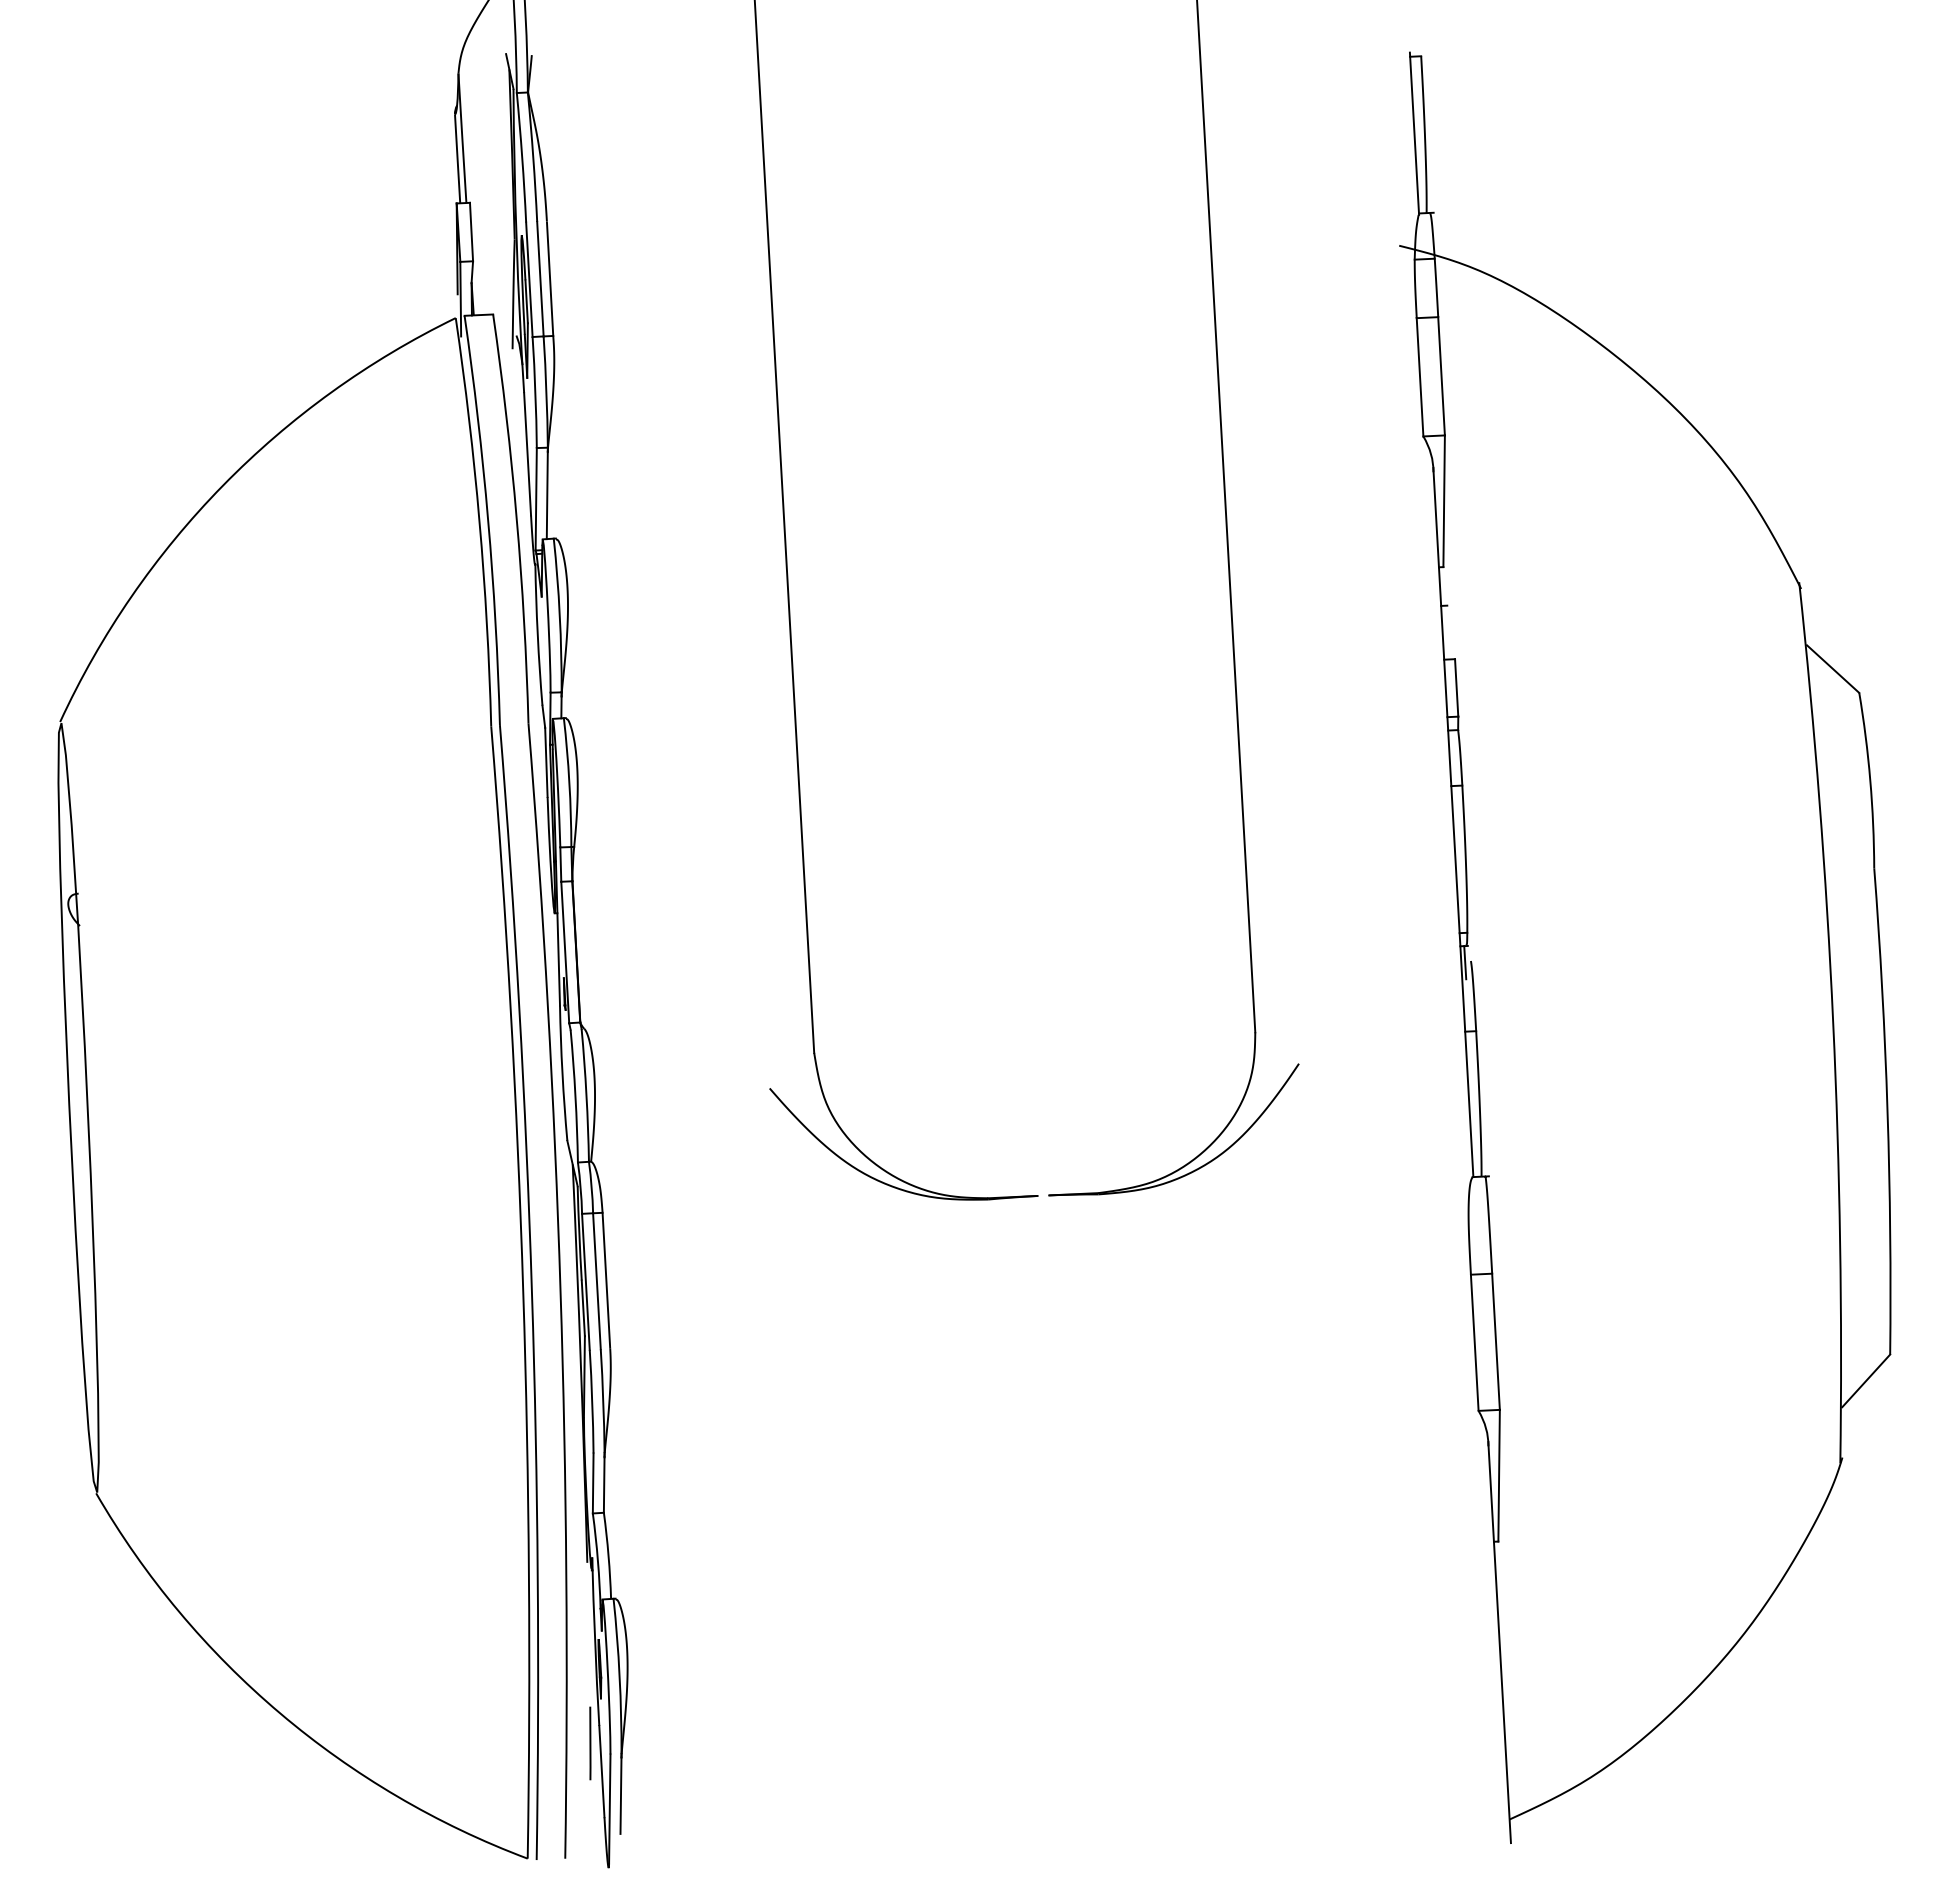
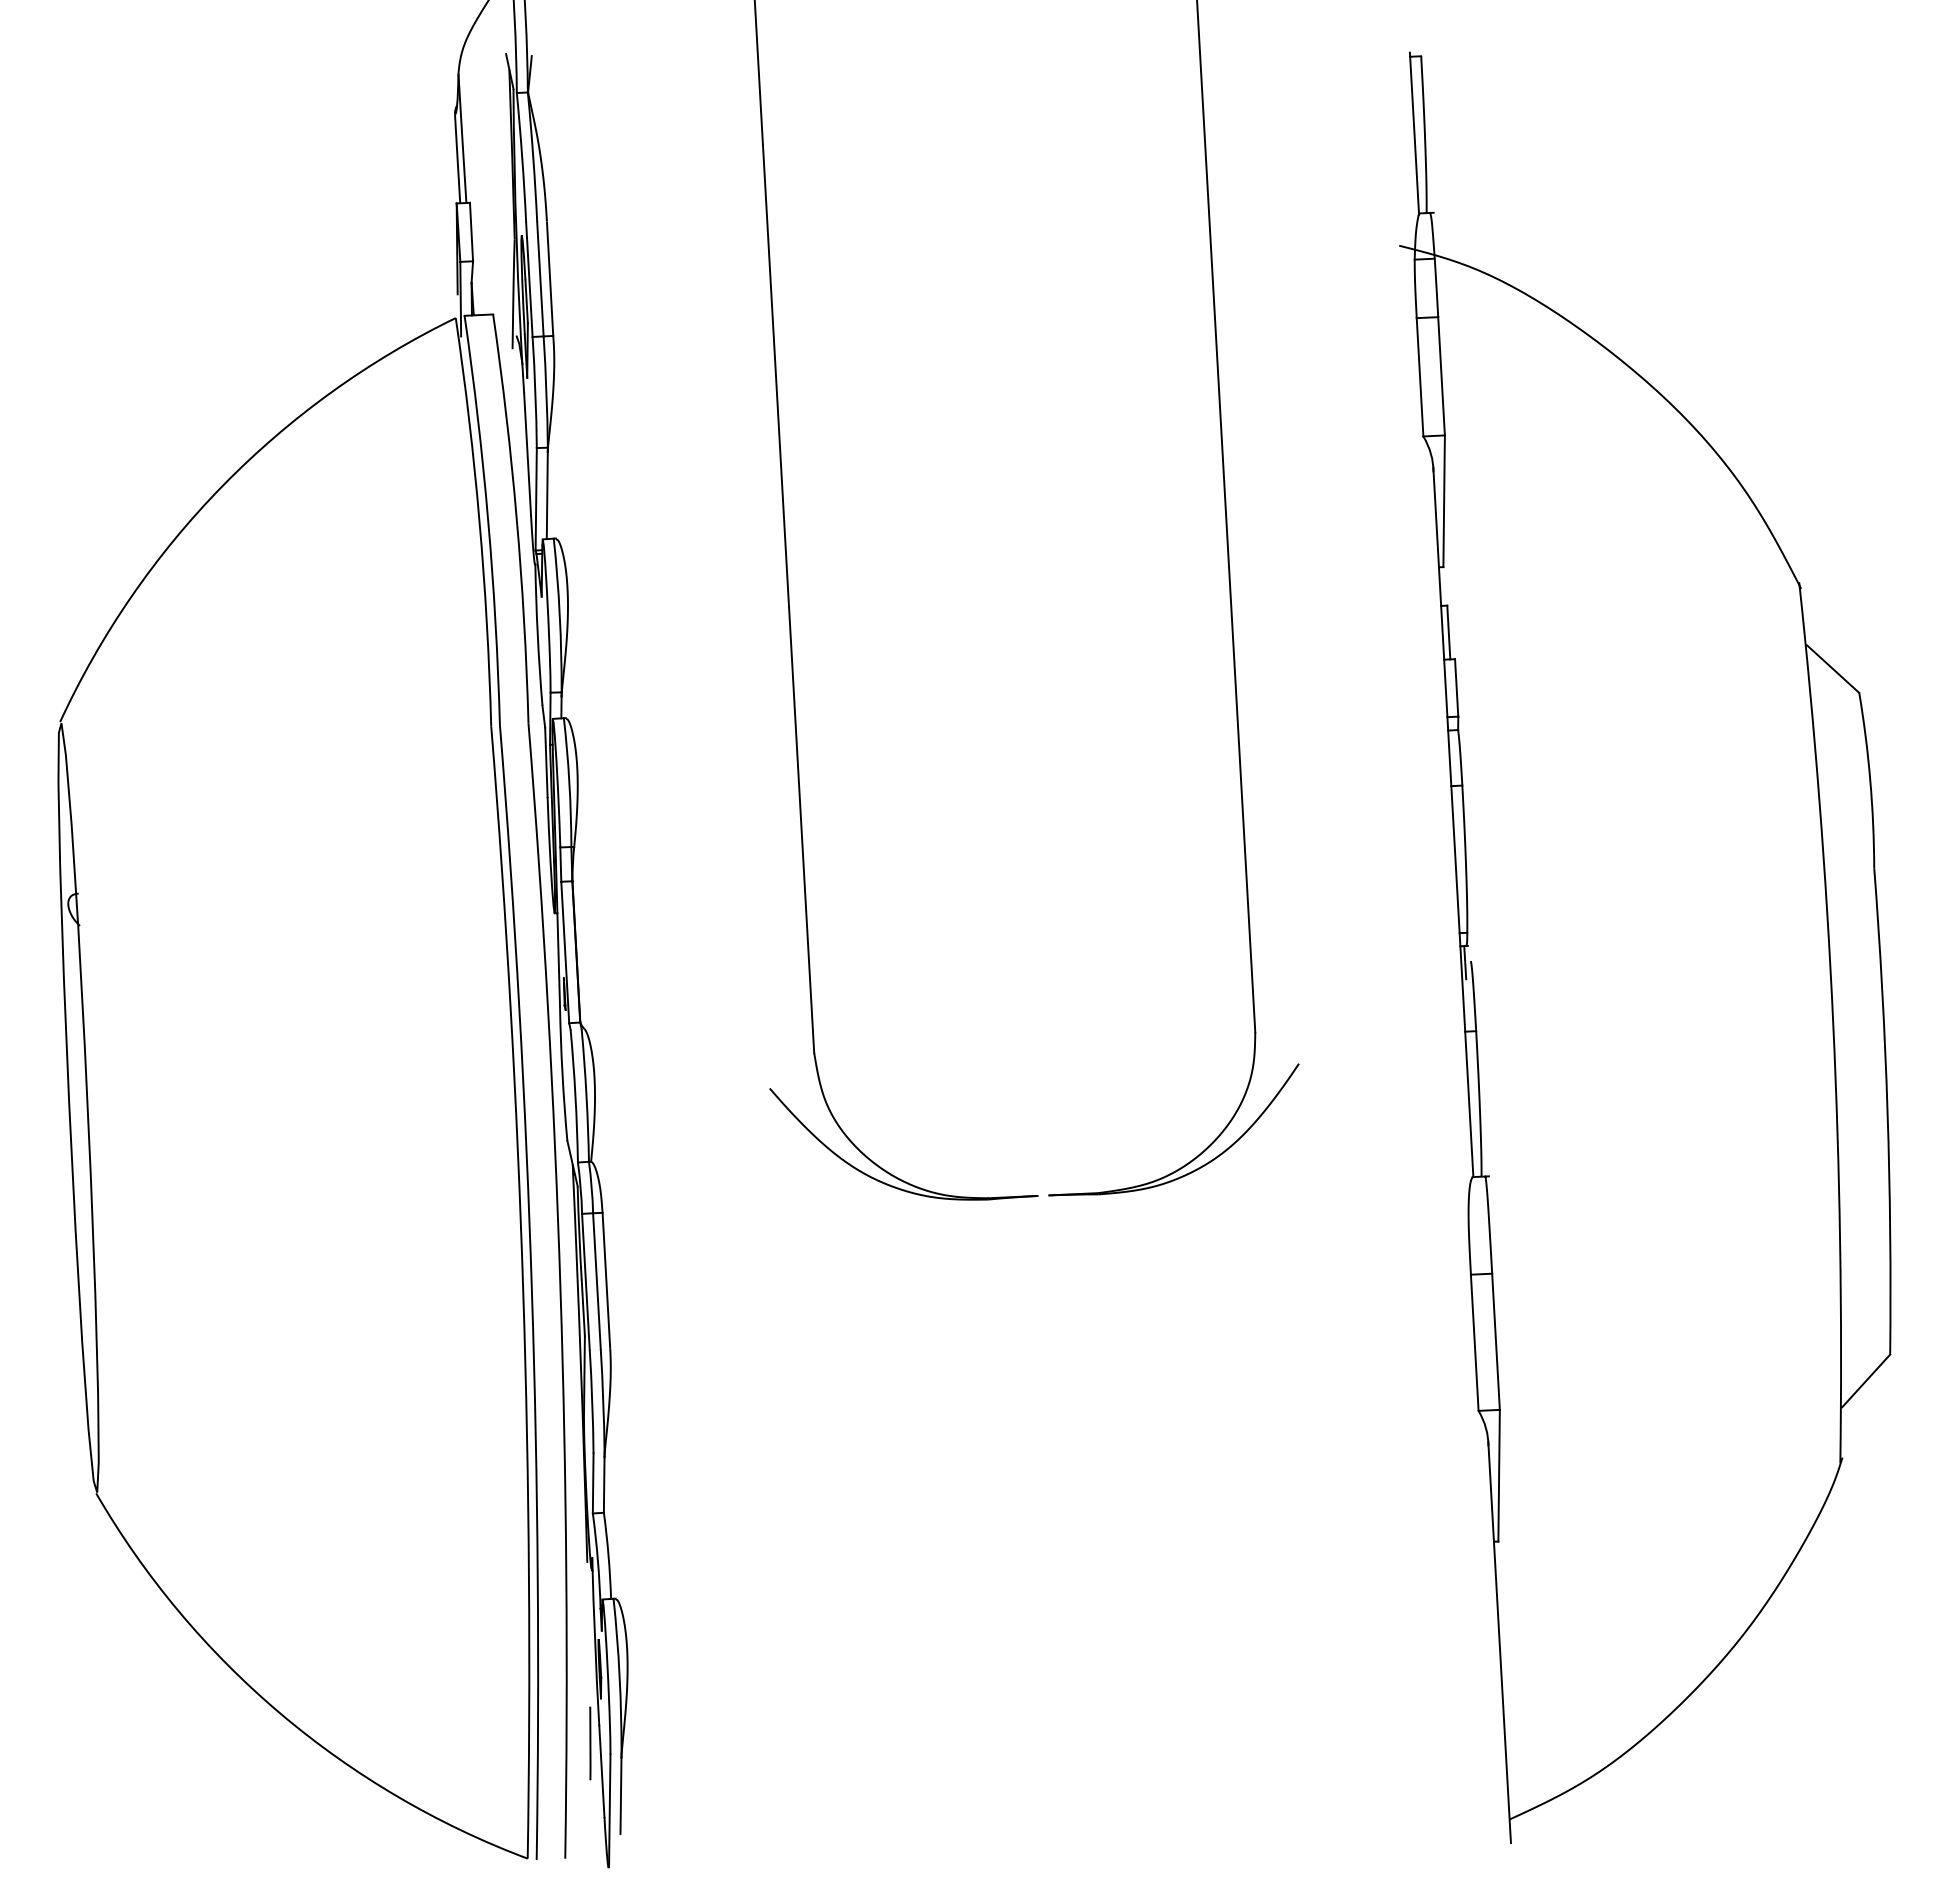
line at (1448, 632): none -> present
